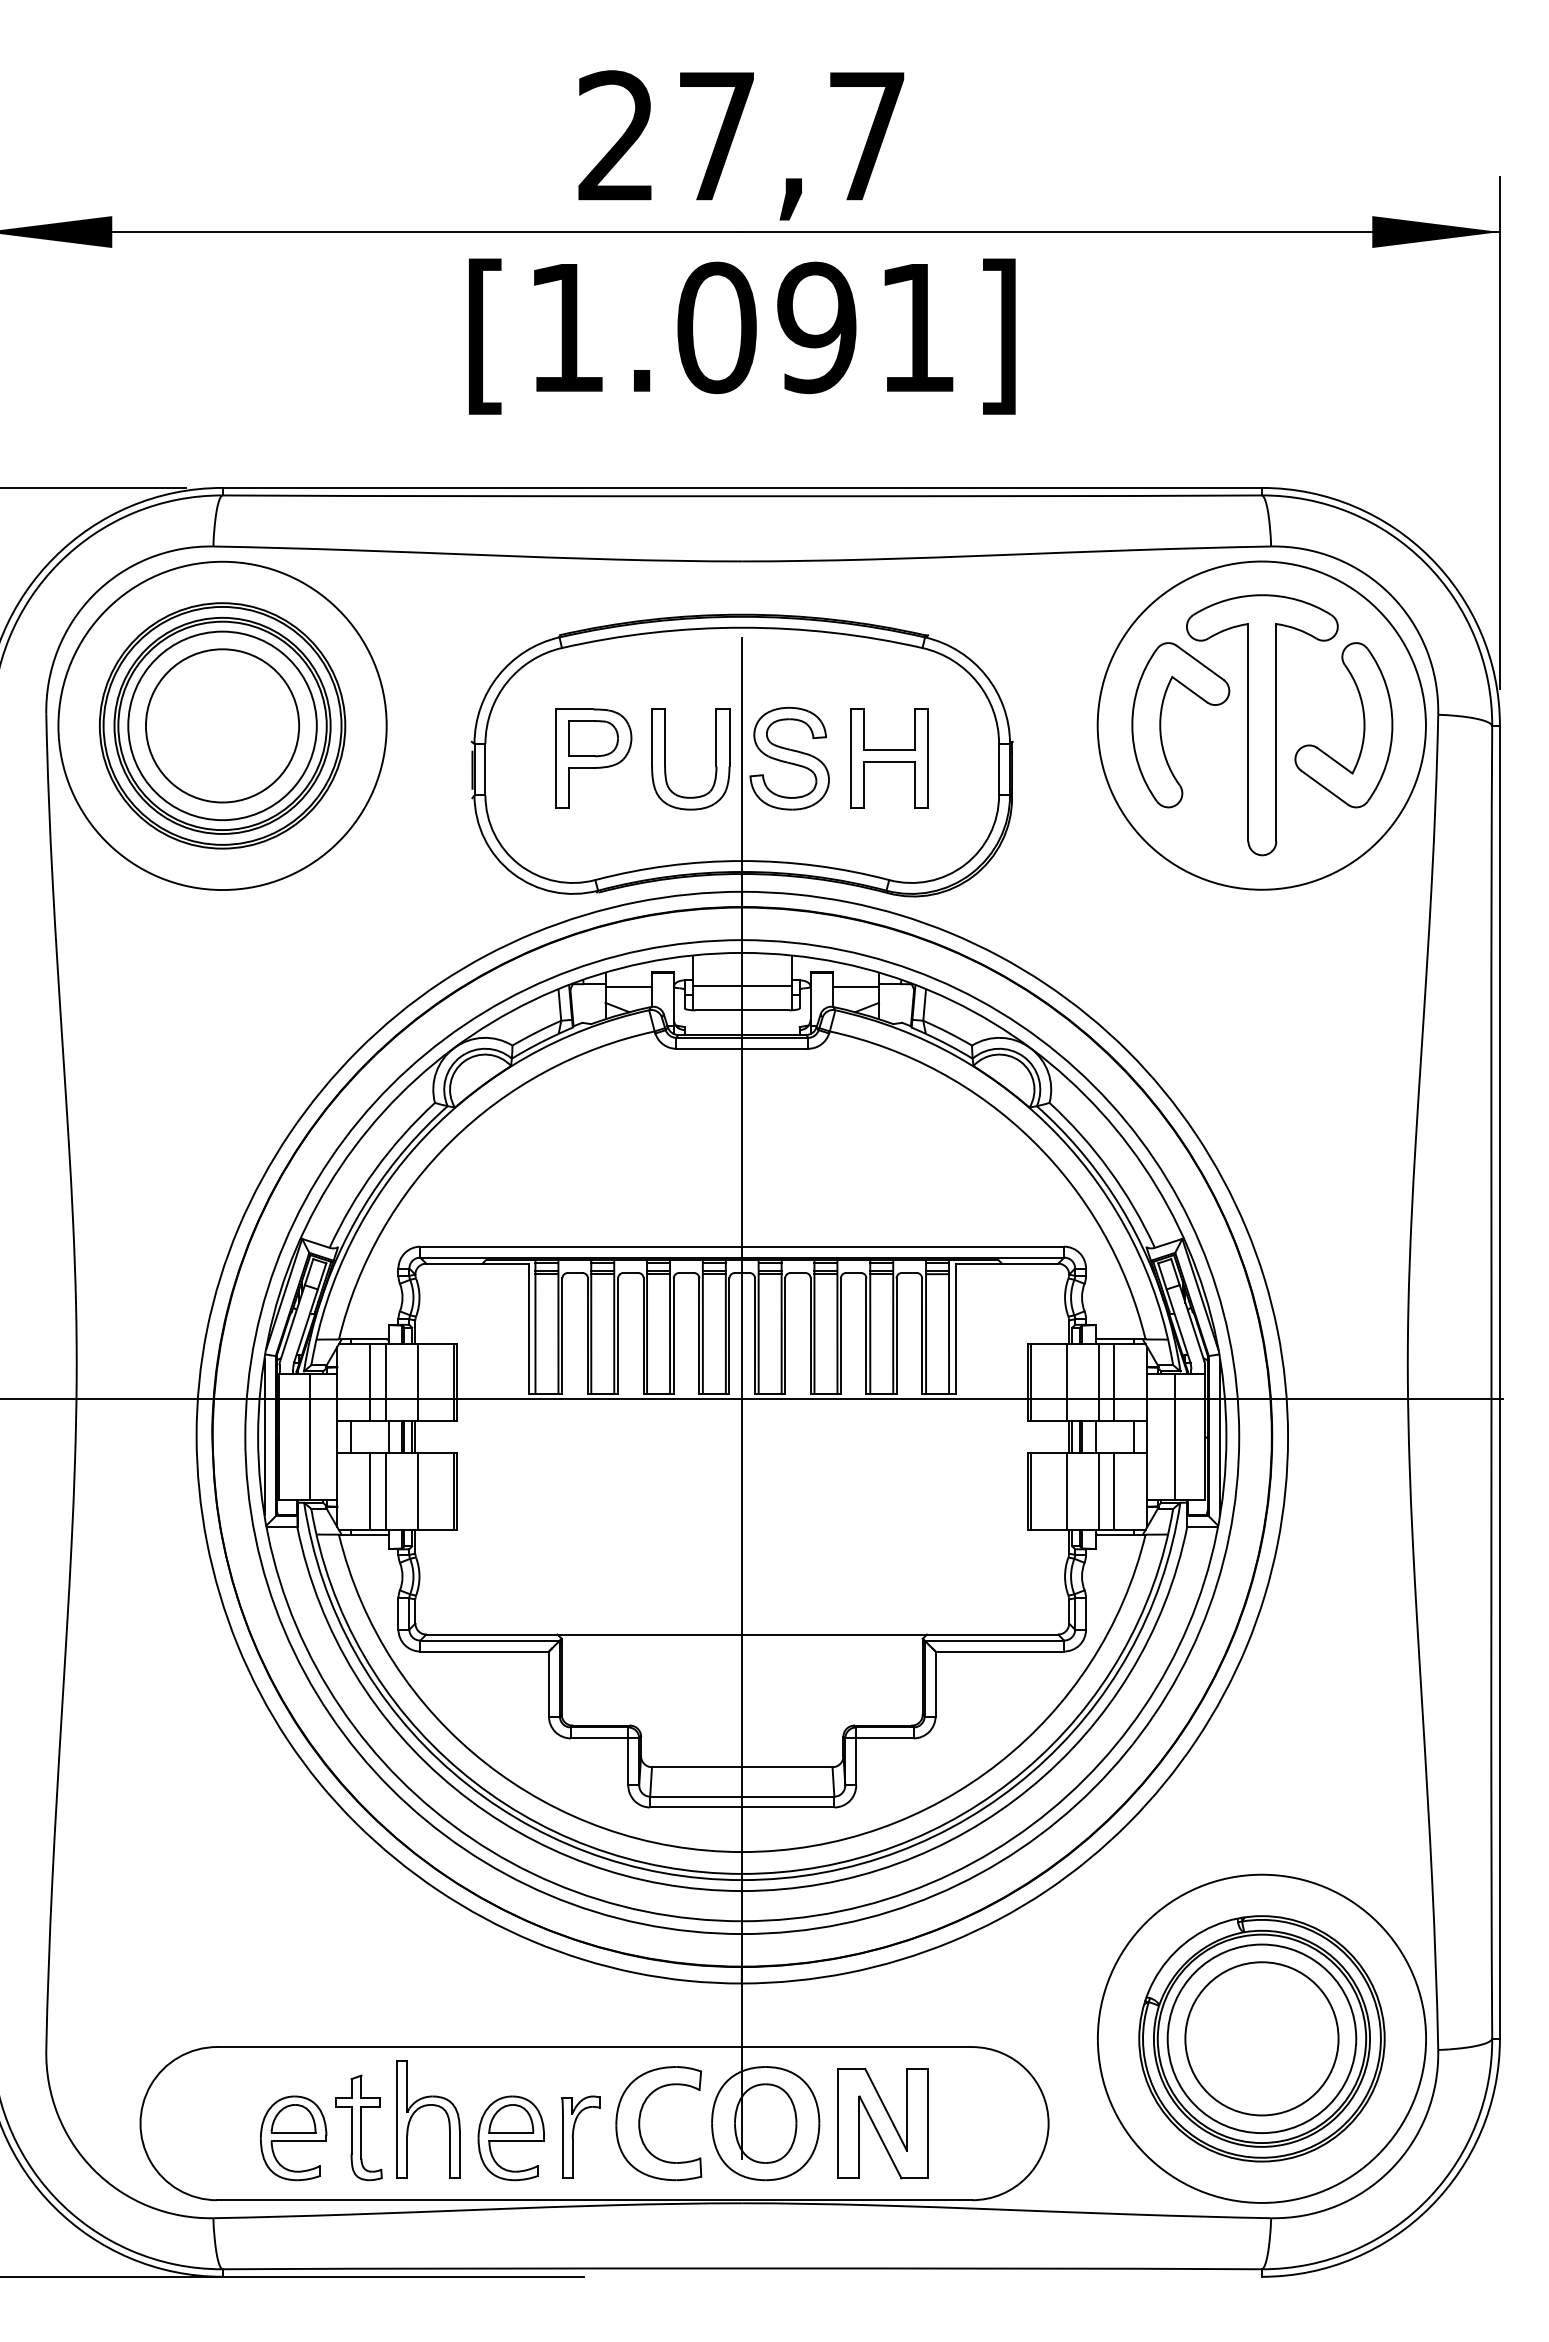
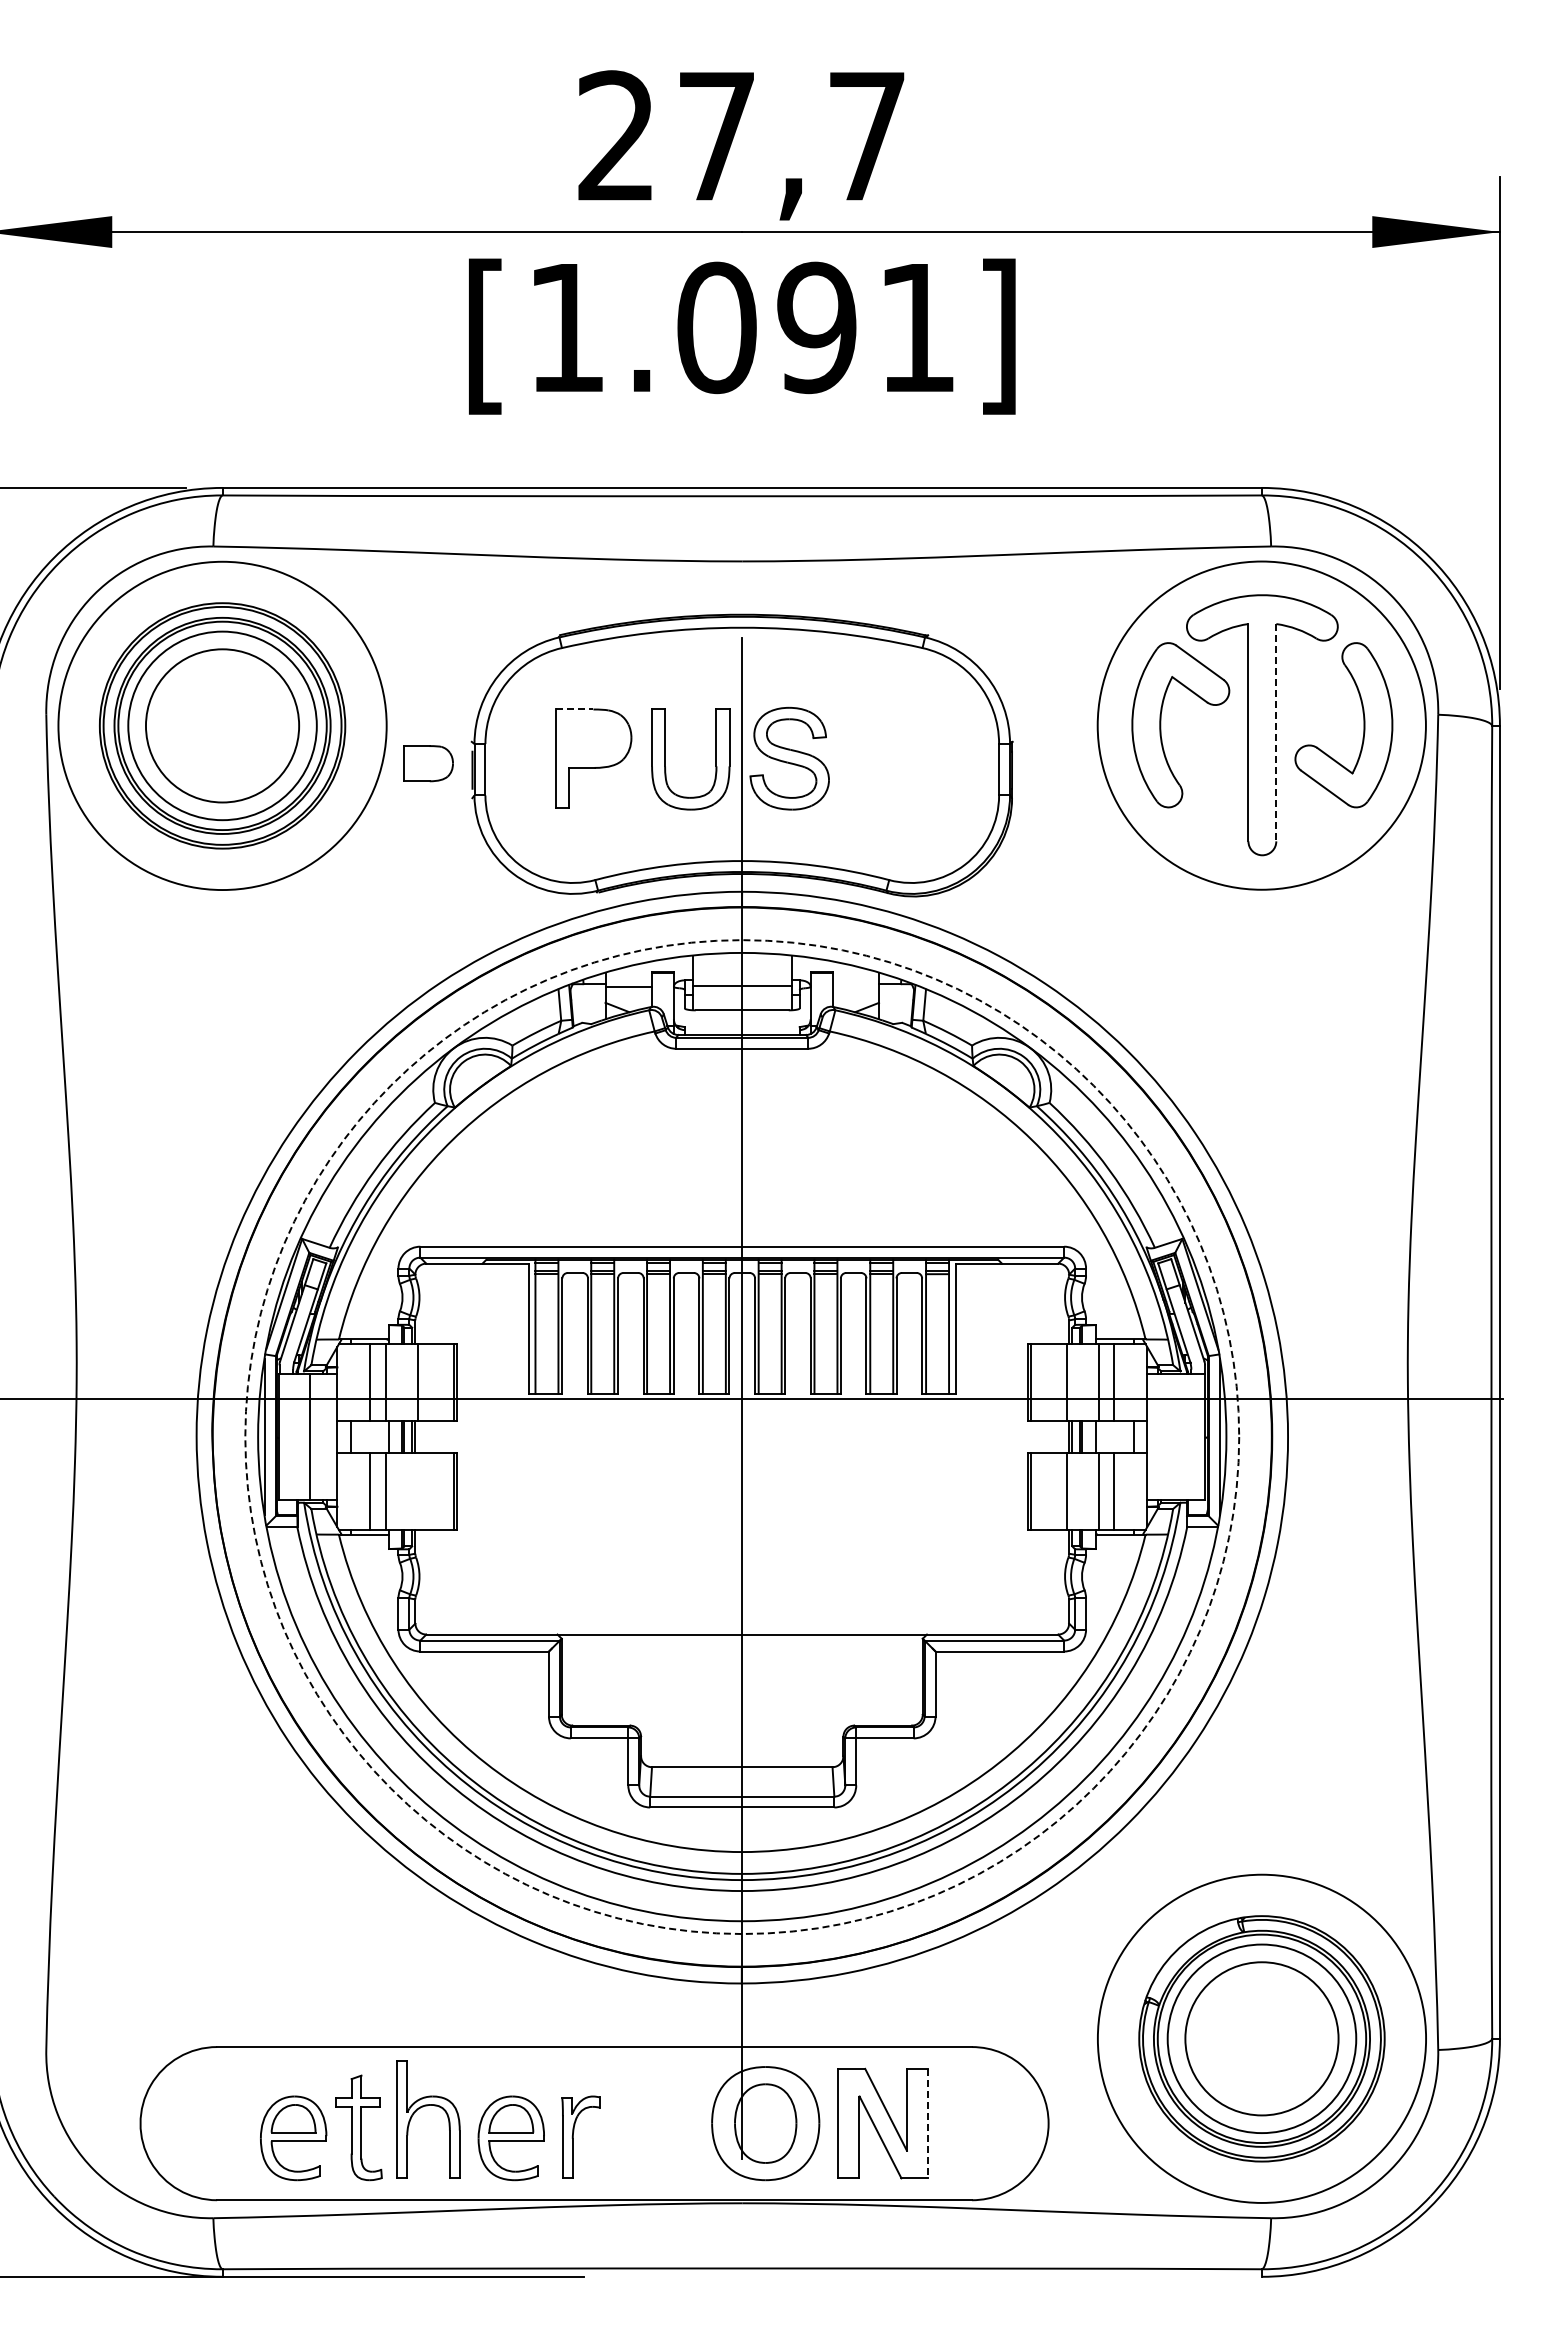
line at (574, 709): solid -> dashed
line at (1276, 732): solid -> dashed
part at (593, 738) position: (593, 738) -> (428, 763)
part at (889, 758): present -> none
line at (855, 986): present -> none
circle at (742, 1437): solid -> dashed
line at (1174, 1437): present -> none
line at (417, 1491): present -> none
part at (640, 2123): present -> none
line at (928, 2123): solid -> dashed
